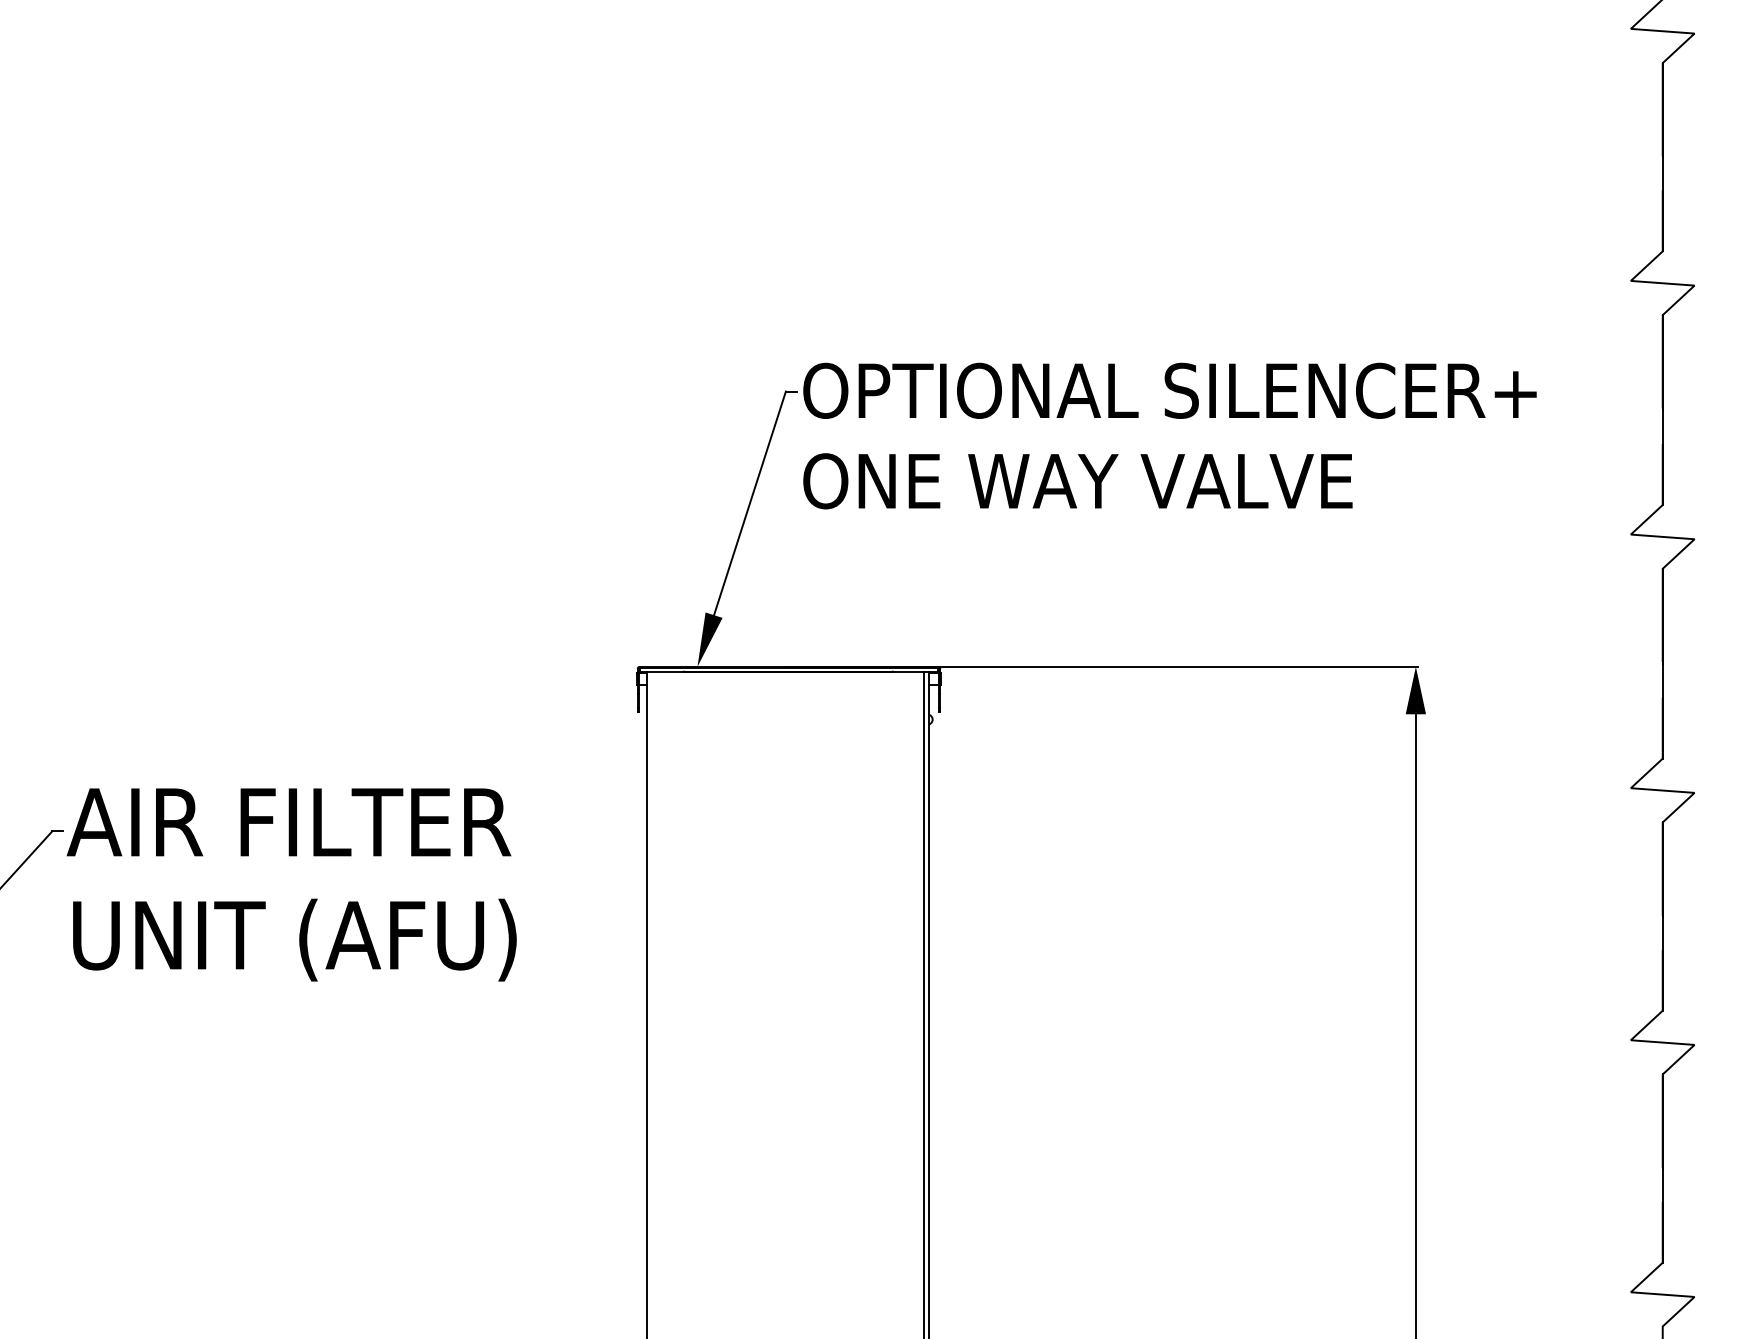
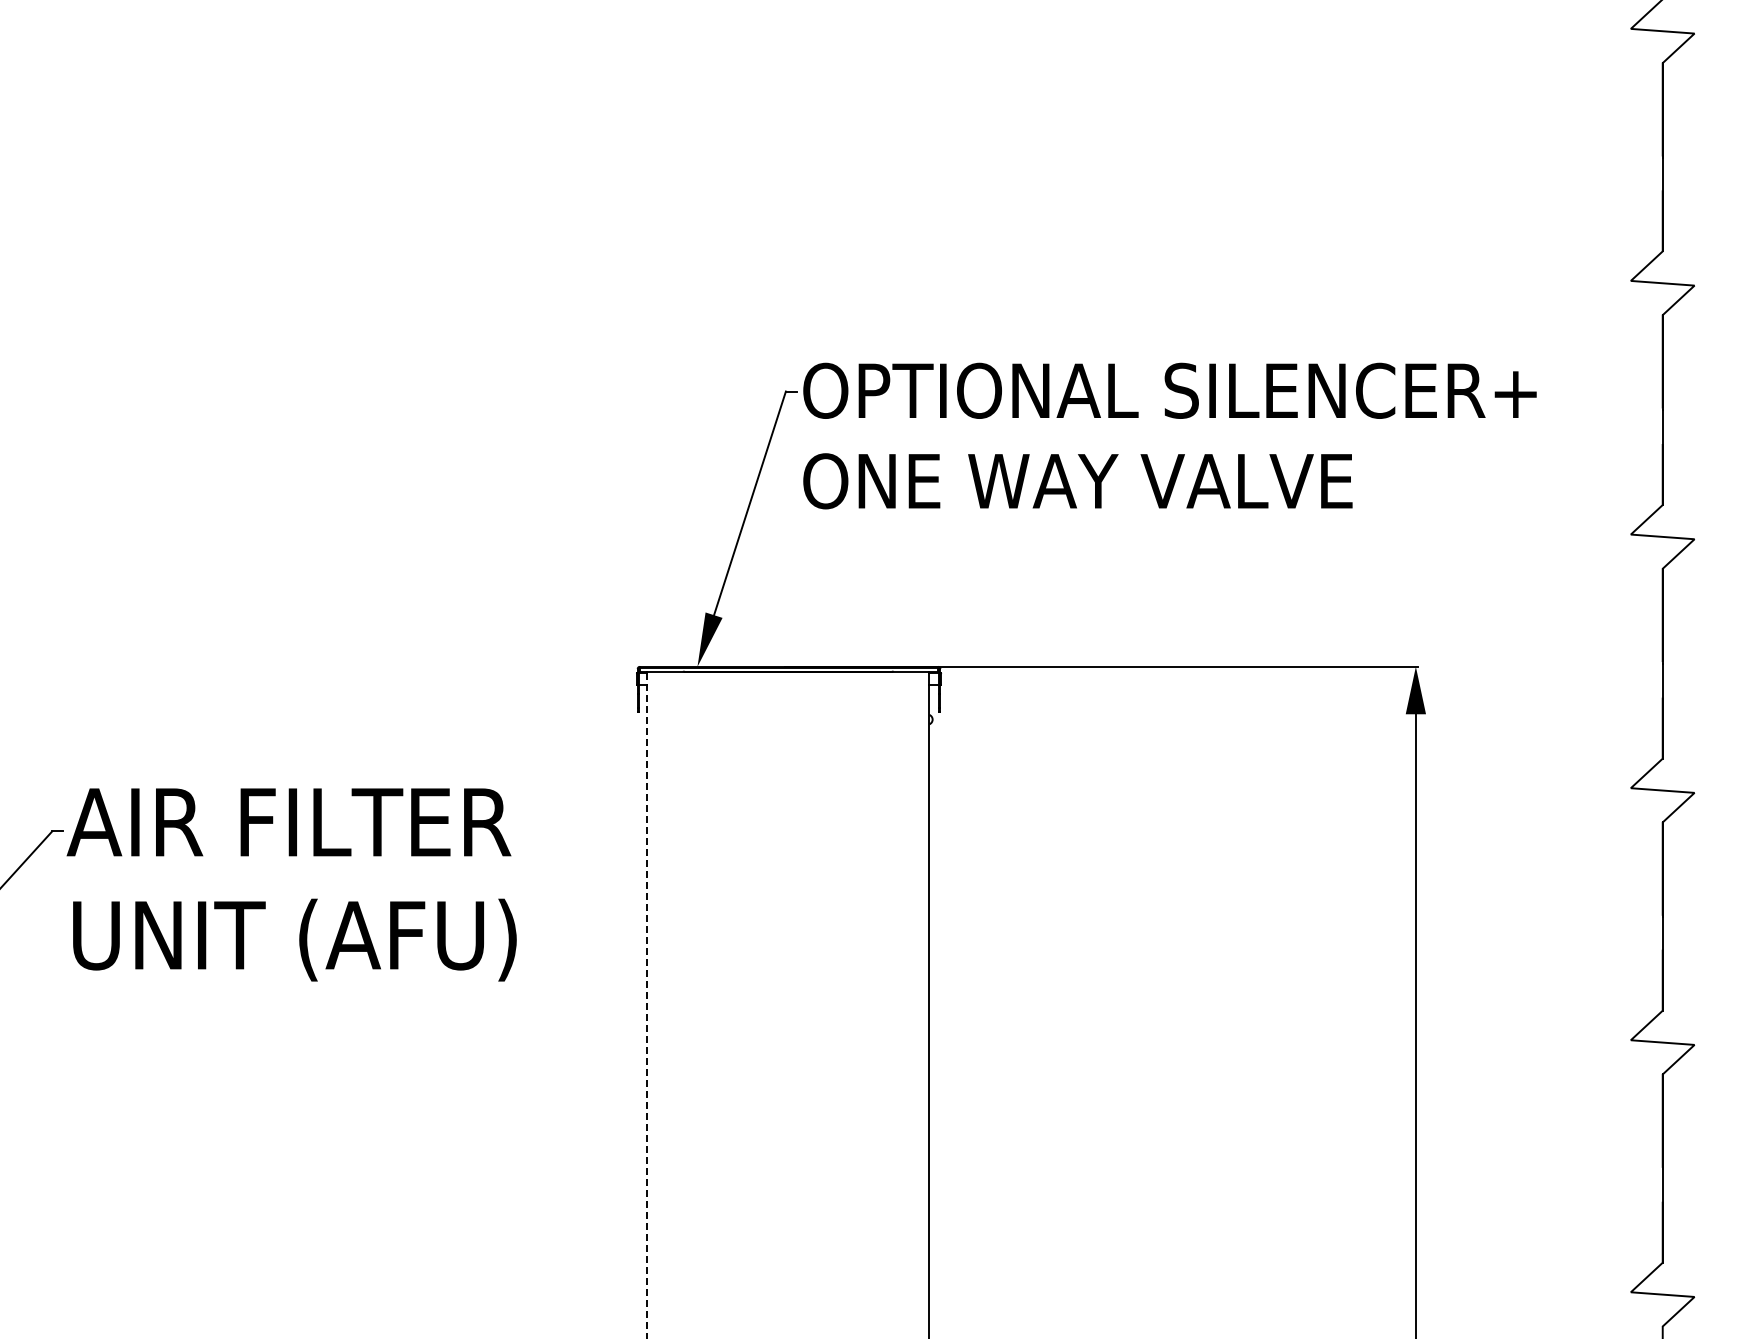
line at (924, 1003): present -> none
line at (647, 1004): solid -> dashed
